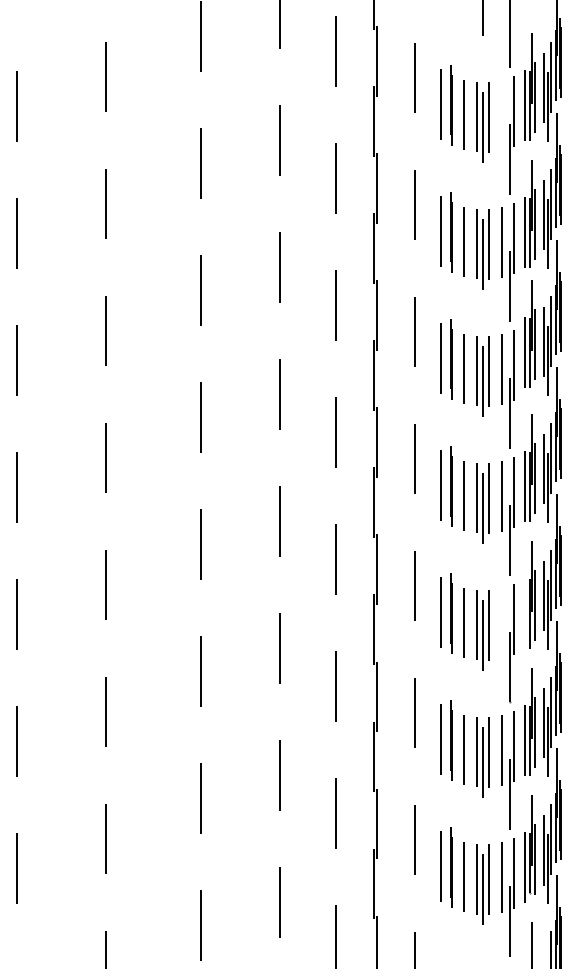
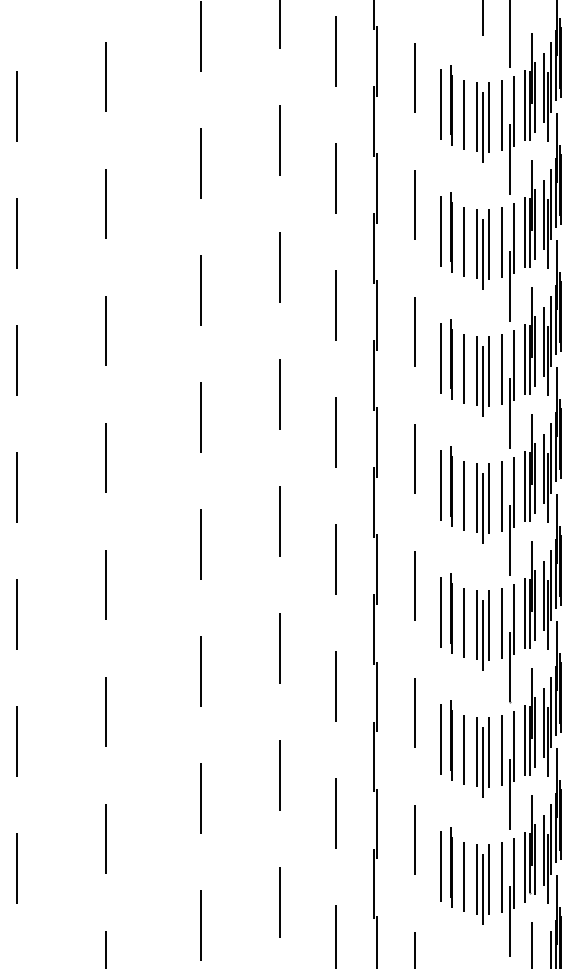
line at (501, 114): none -> present
part at (529, 333) position: (529, 333) -> (529, 340)
line at (525, 613): none -> present
line at (501, 623): none -> present
